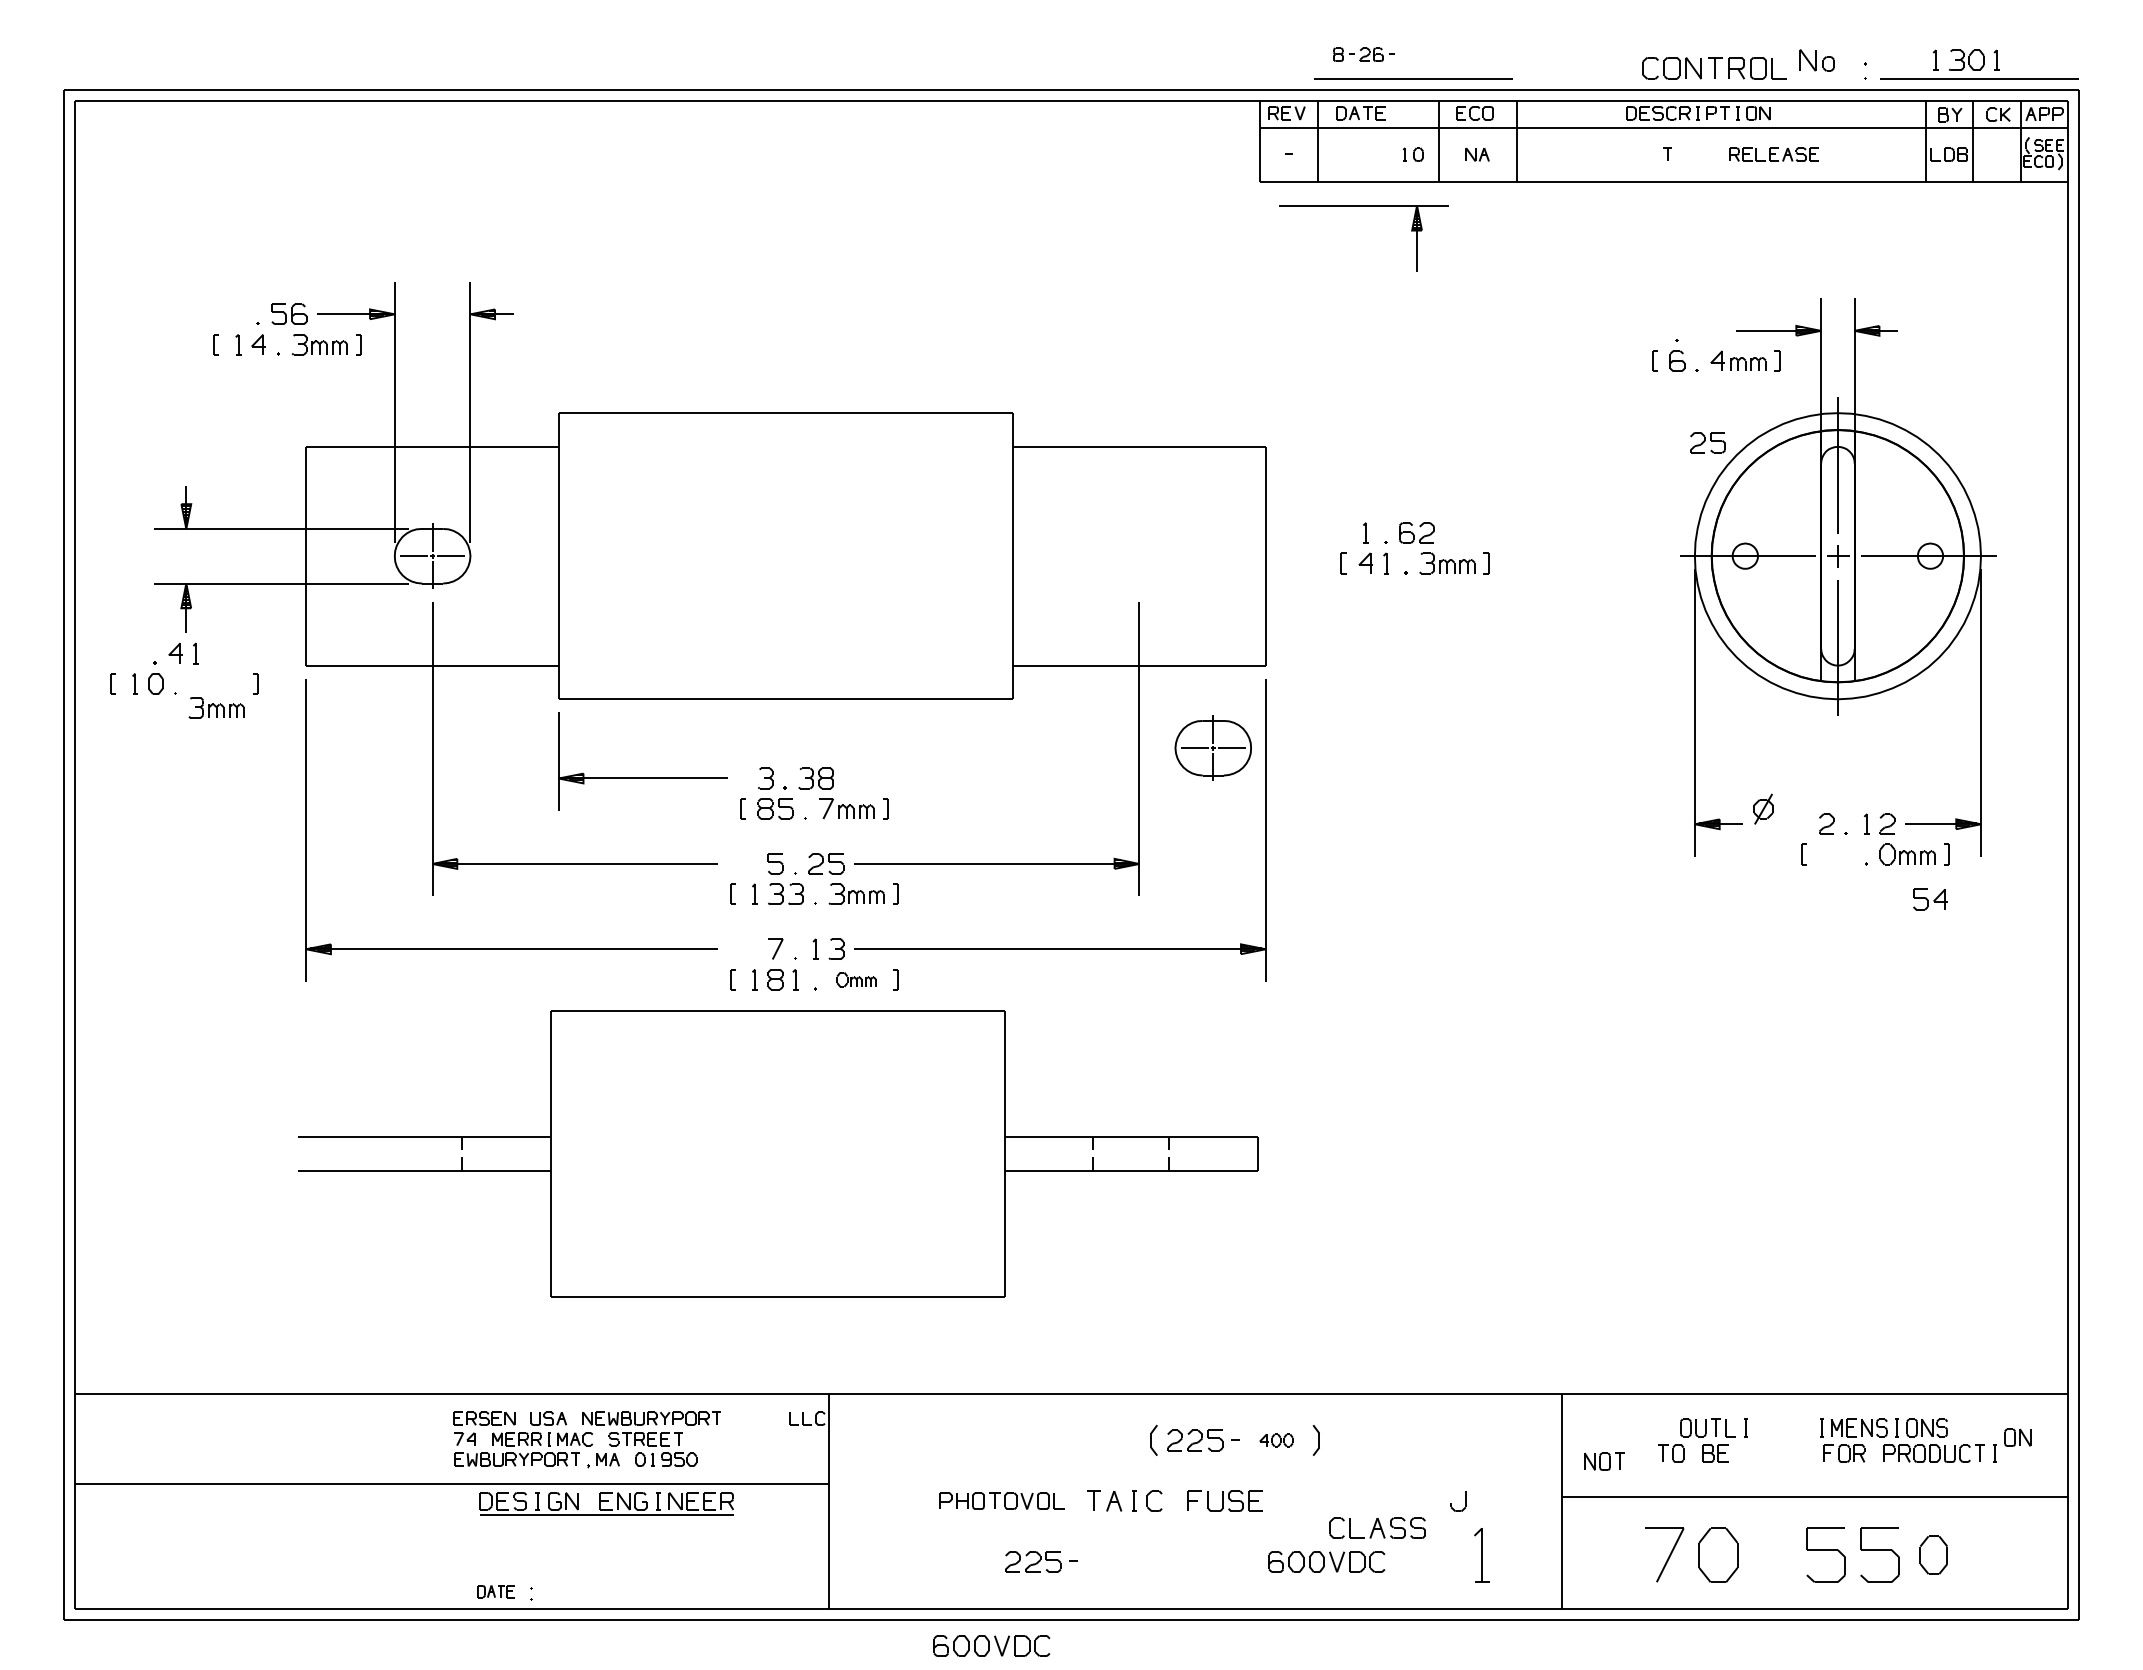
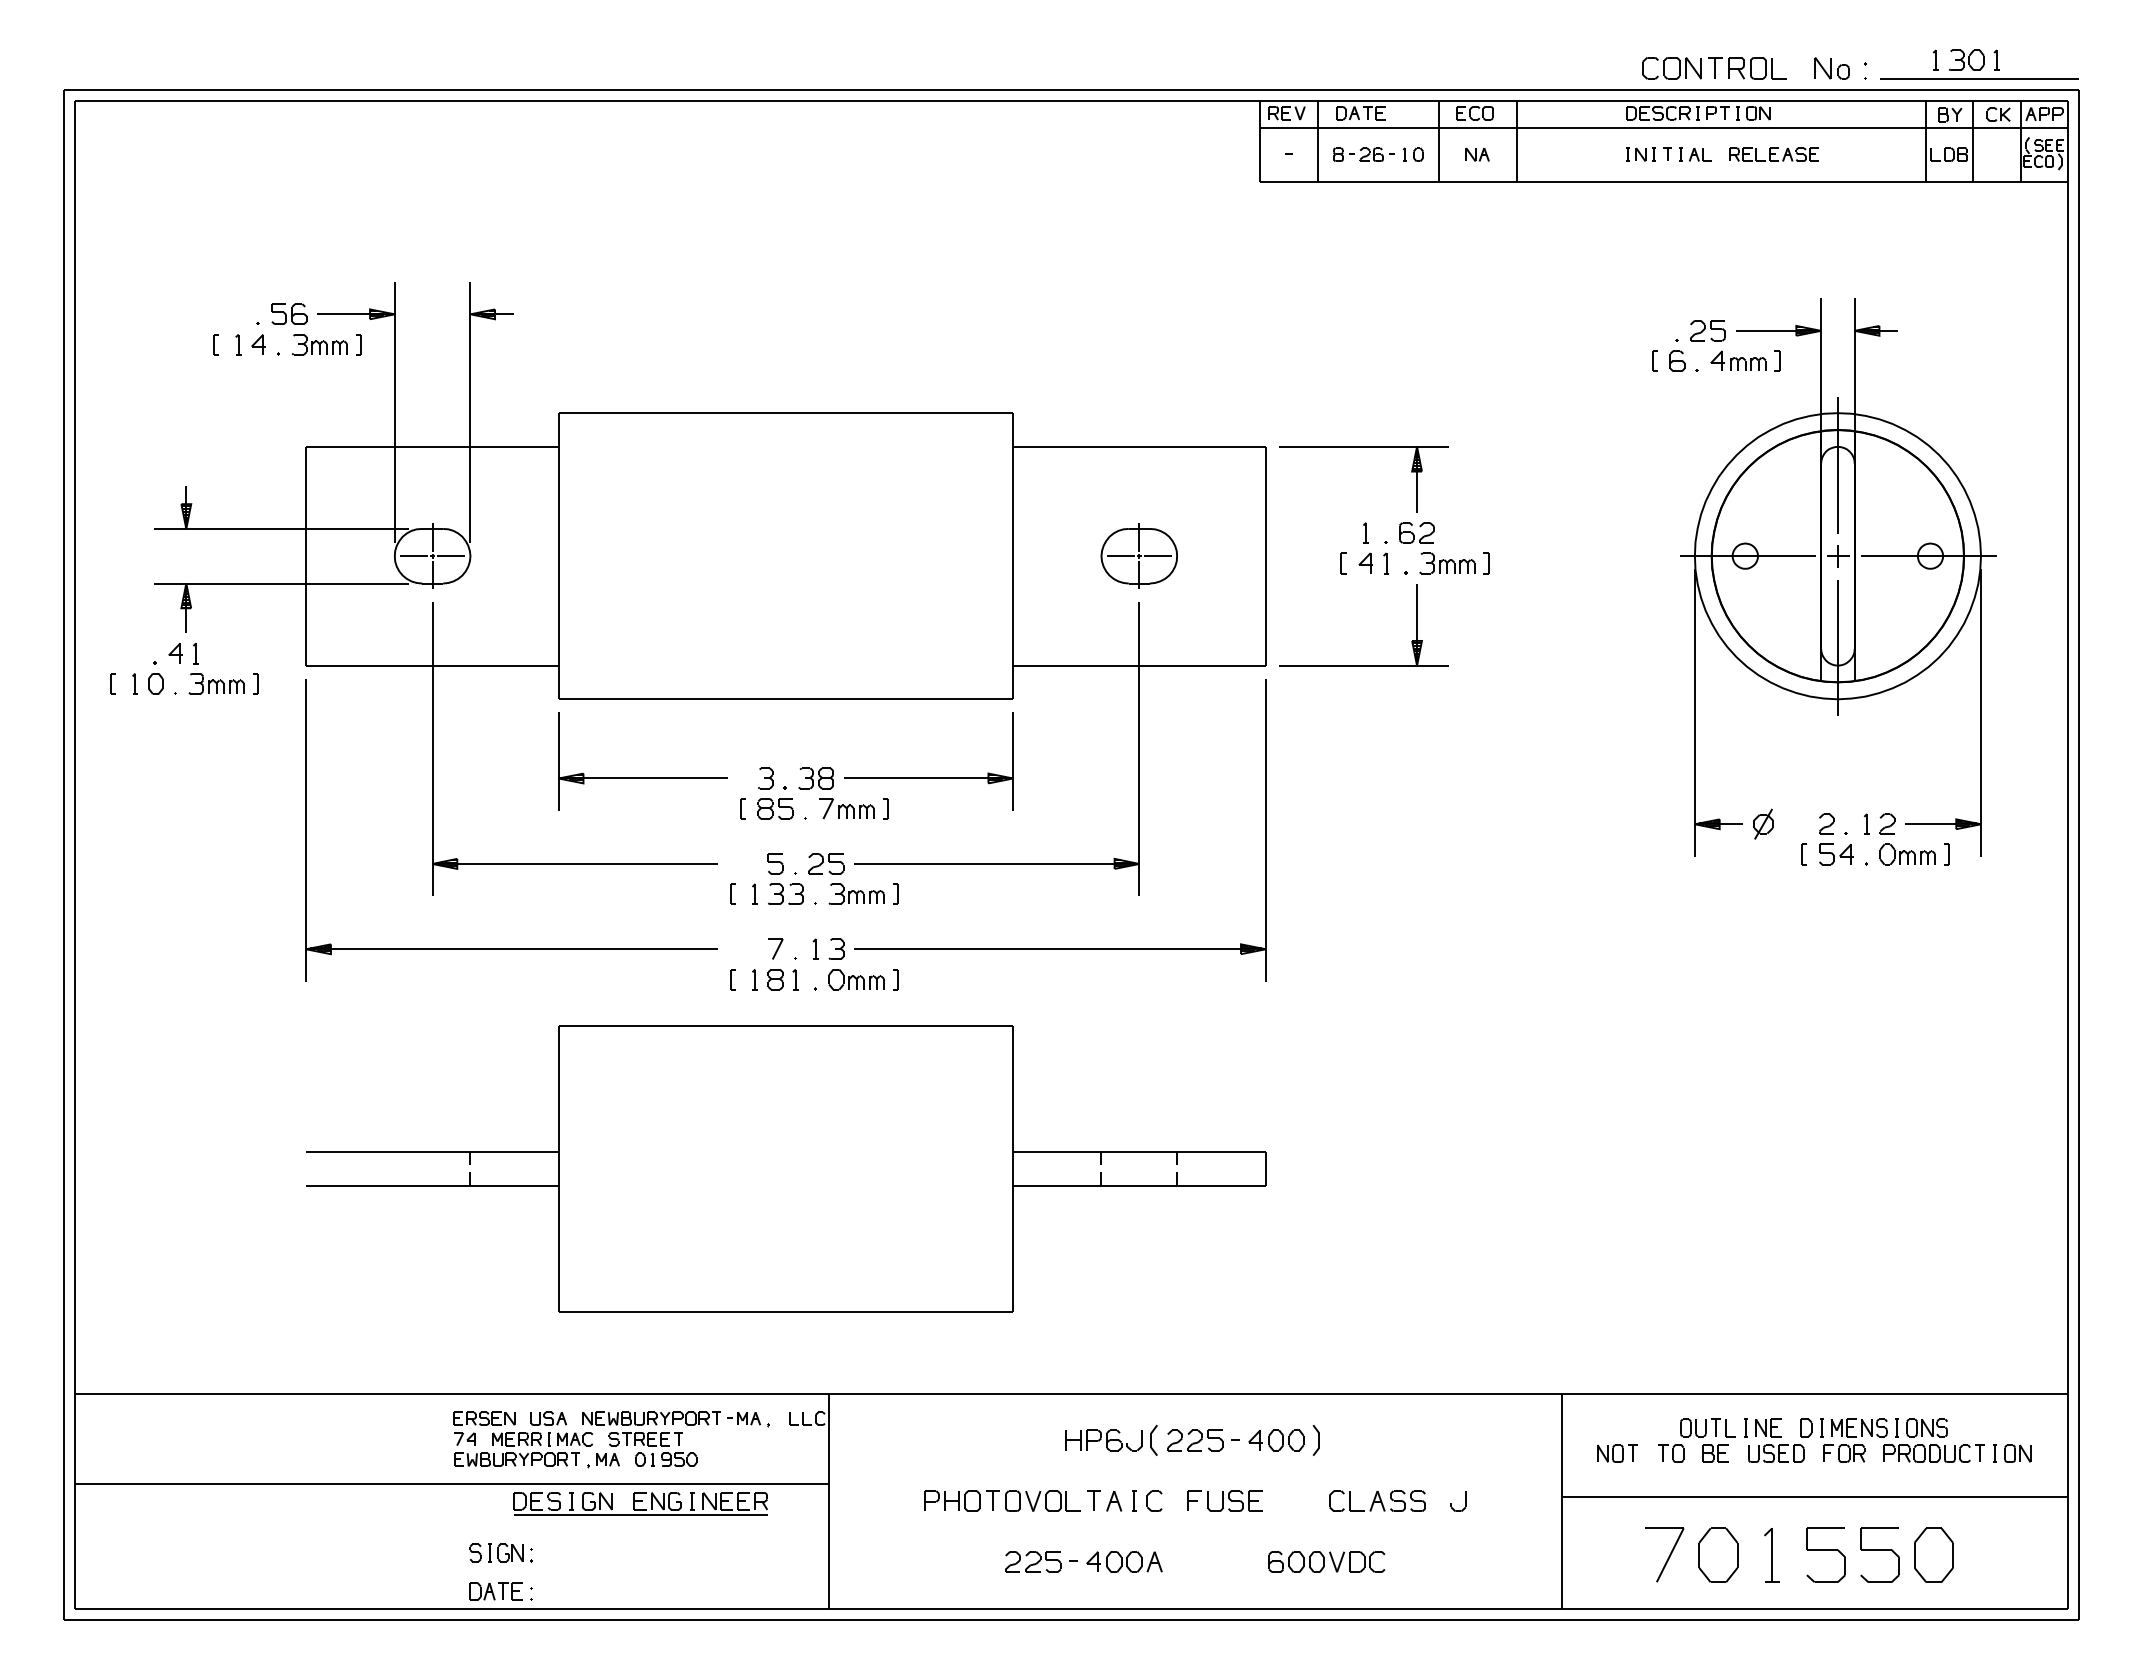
part at (1363, 54) position: (1363, 54) -> (1363, 154)
part at (1816, 60) position: (1816, 60) -> (1831, 68)
line at (1413, 78): present -> none
part at (1640, 154): none -> present
part at (1695, 154): none -> present
part at (1363, 206) position: (1363, 206) -> (1363, 447)
part at (1707, 442) position: (1707, 442) -> (1707, 330)
part at (1363, 665): none -> present
part at (216, 707) position: (216, 707) -> (216, 683)
part at (1212, 747) position: (1212, 747) -> (1138, 555)
part at (928, 777): none -> present
part at (1763, 808) position: (1763, 808) -> (1763, 823)
part at (1930, 899) position: (1930, 899) -> (1836, 854)
part at (856, 979) size: 41x16 px -> 57x22 px
part at (778, 1153) position: (778, 1153) -> (786, 1168)
part at (748, 1419): none -> present
part at (2017, 1437) position: (2017, 1437) -> (2017, 1453)
part at (1103, 1440): none -> present
part at (1276, 1440) size: 35x15 px -> 57x23 px
part at (1780, 1440): none -> present
part at (1604, 1461) position: (1604, 1461) -> (1617, 1453)
part at (1001, 1500) size: 126x18 px -> 157x22 px
part at (606, 1503) position: (606, 1503) -> (640, 1503)
part at (1377, 1527) position: (1377, 1527) -> (1377, 1500)
part at (500, 1552): none -> present
part at (1933, 1554) size: 29x40 px -> 40x56 px
part at (1481, 1555) position: (1481, 1555) -> (1771, 1555)
part at (1124, 1561): none -> present
part at (495, 1591) size: 38x14 px -> 54x19 px
part at (991, 1645): present -> none
